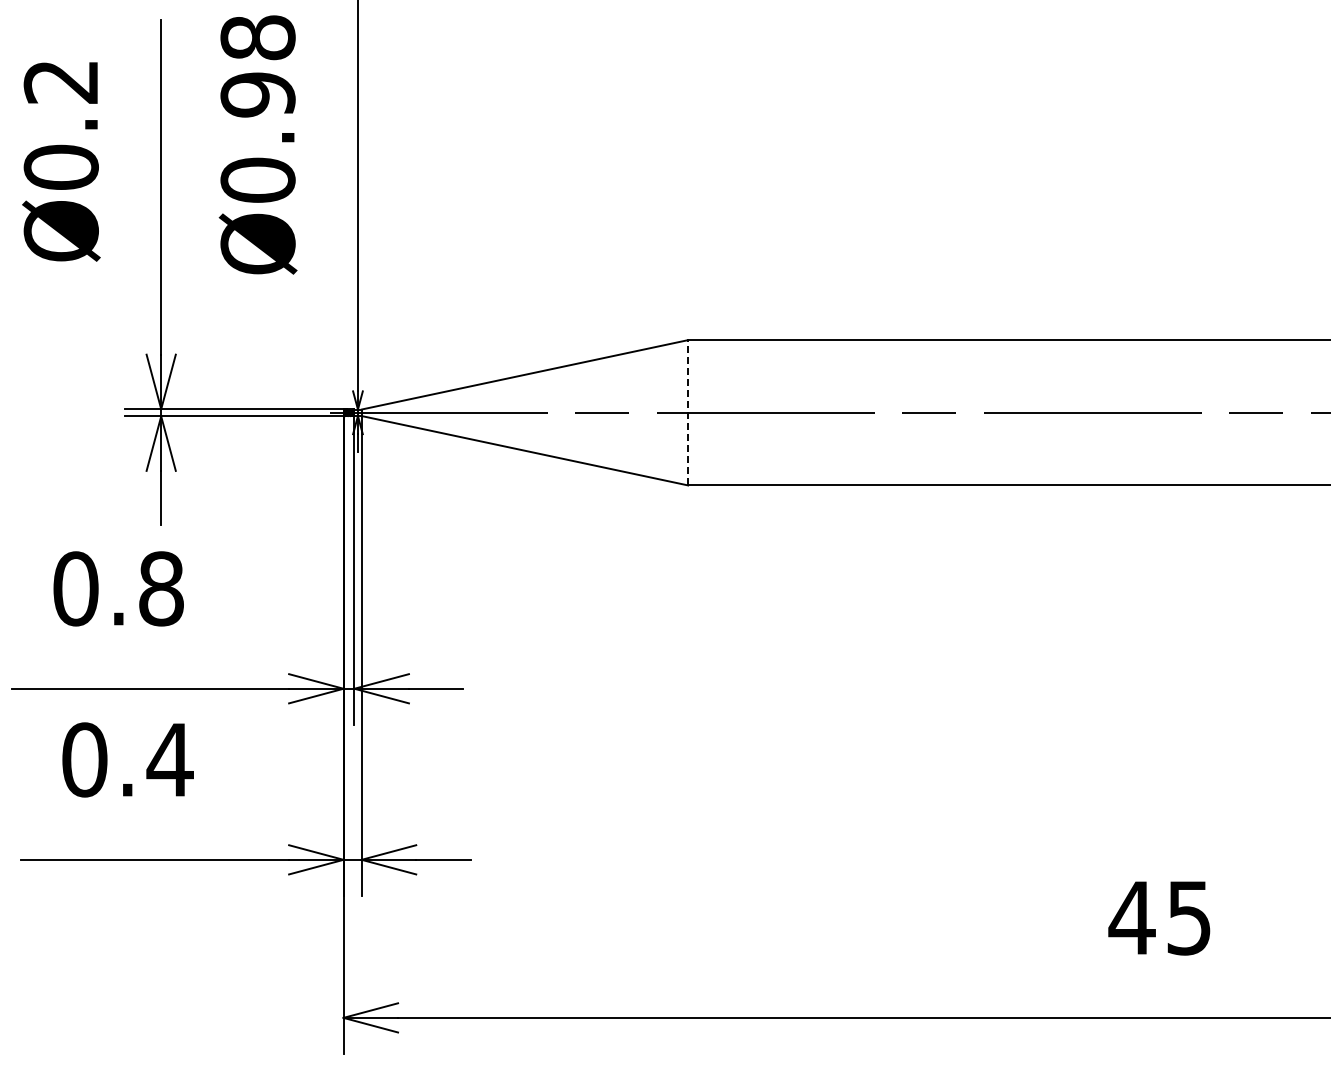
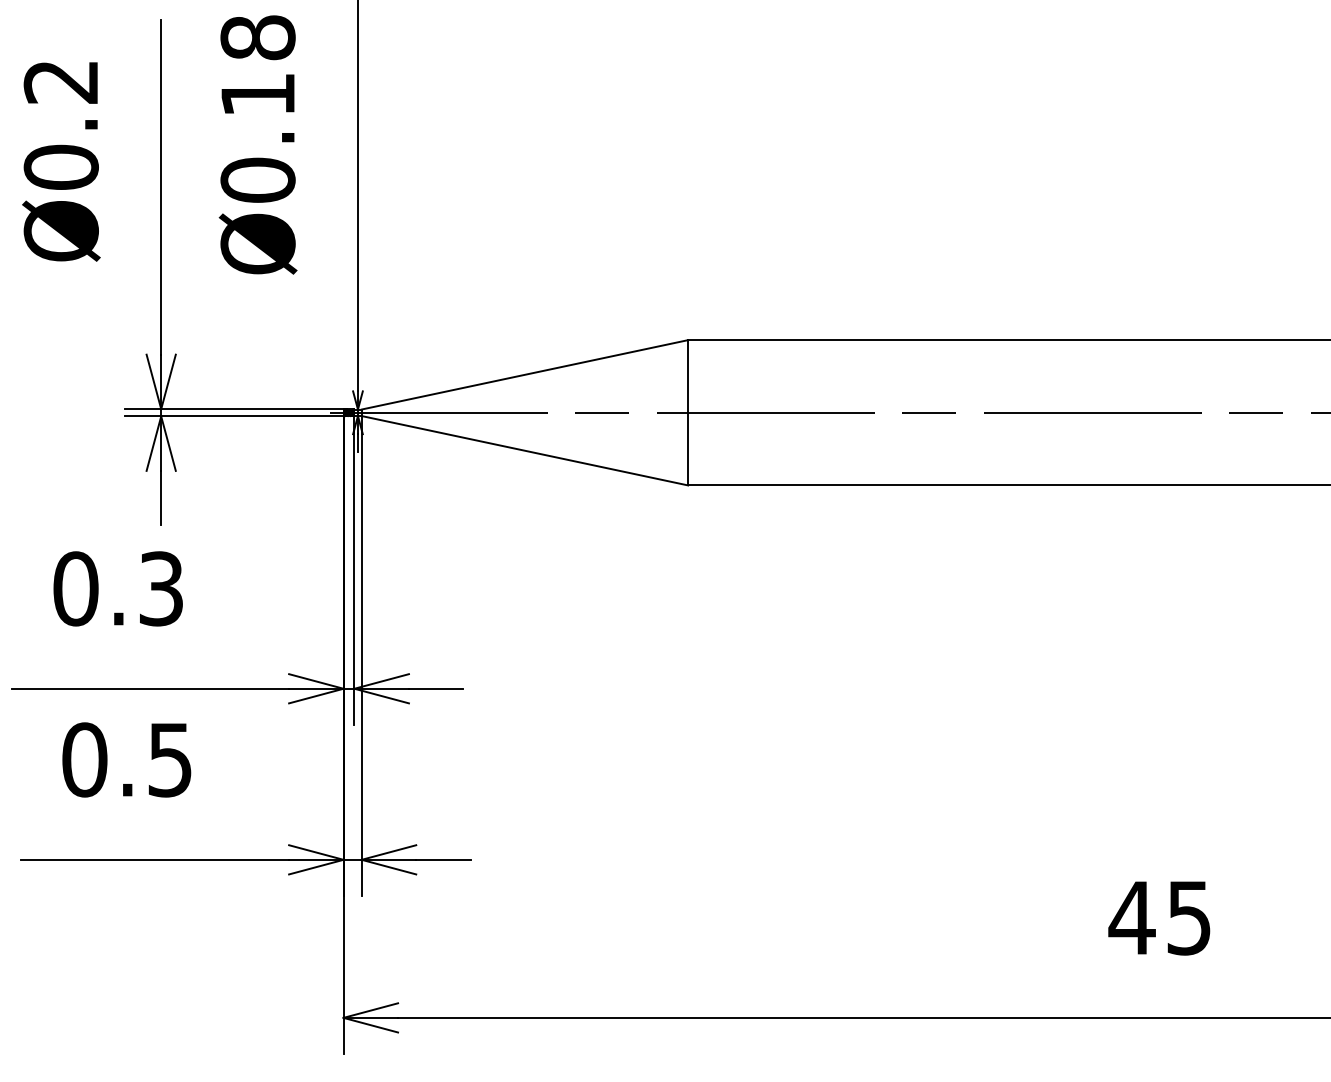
text at (257, 94): Ø0.98 -> Ø0.18
line at (688, 412): dashed -> solid
text at (161, 588): 0.8 -> 0.3
text at (169, 760): 0.4 -> 0.5
